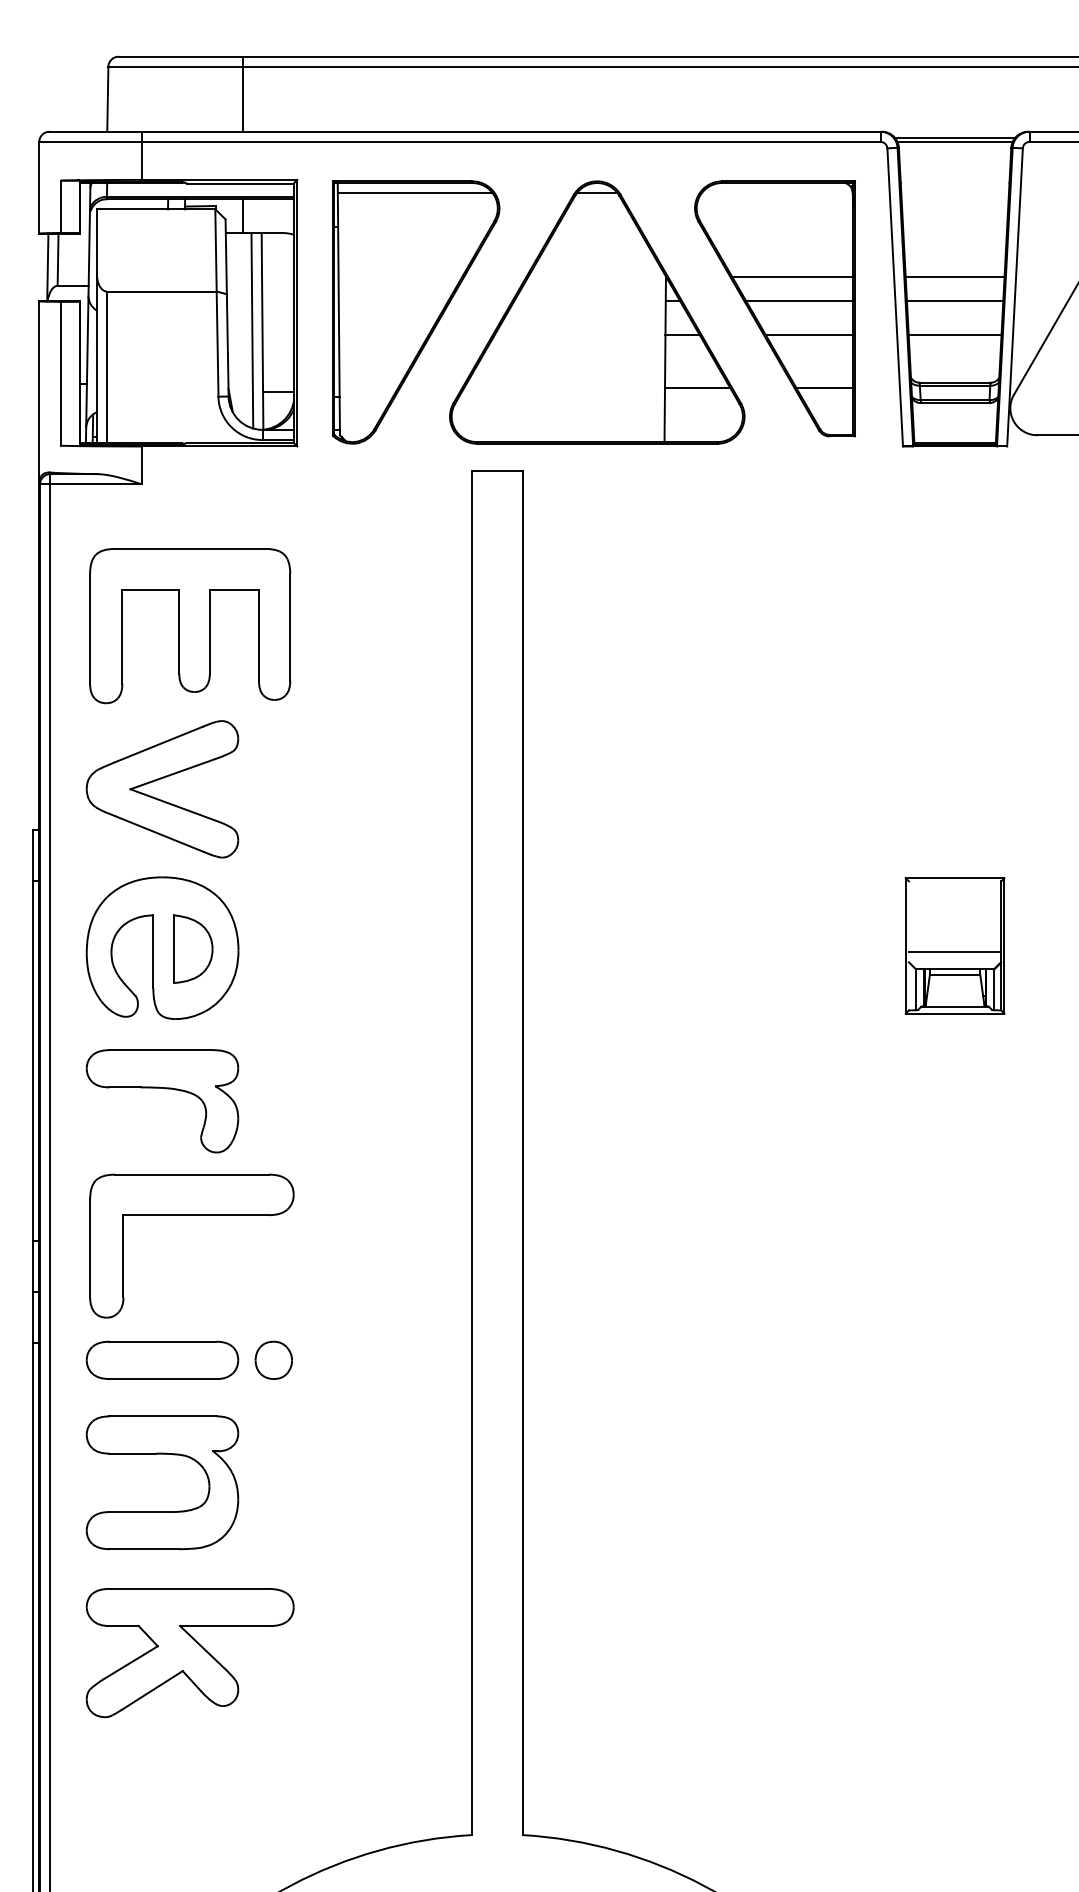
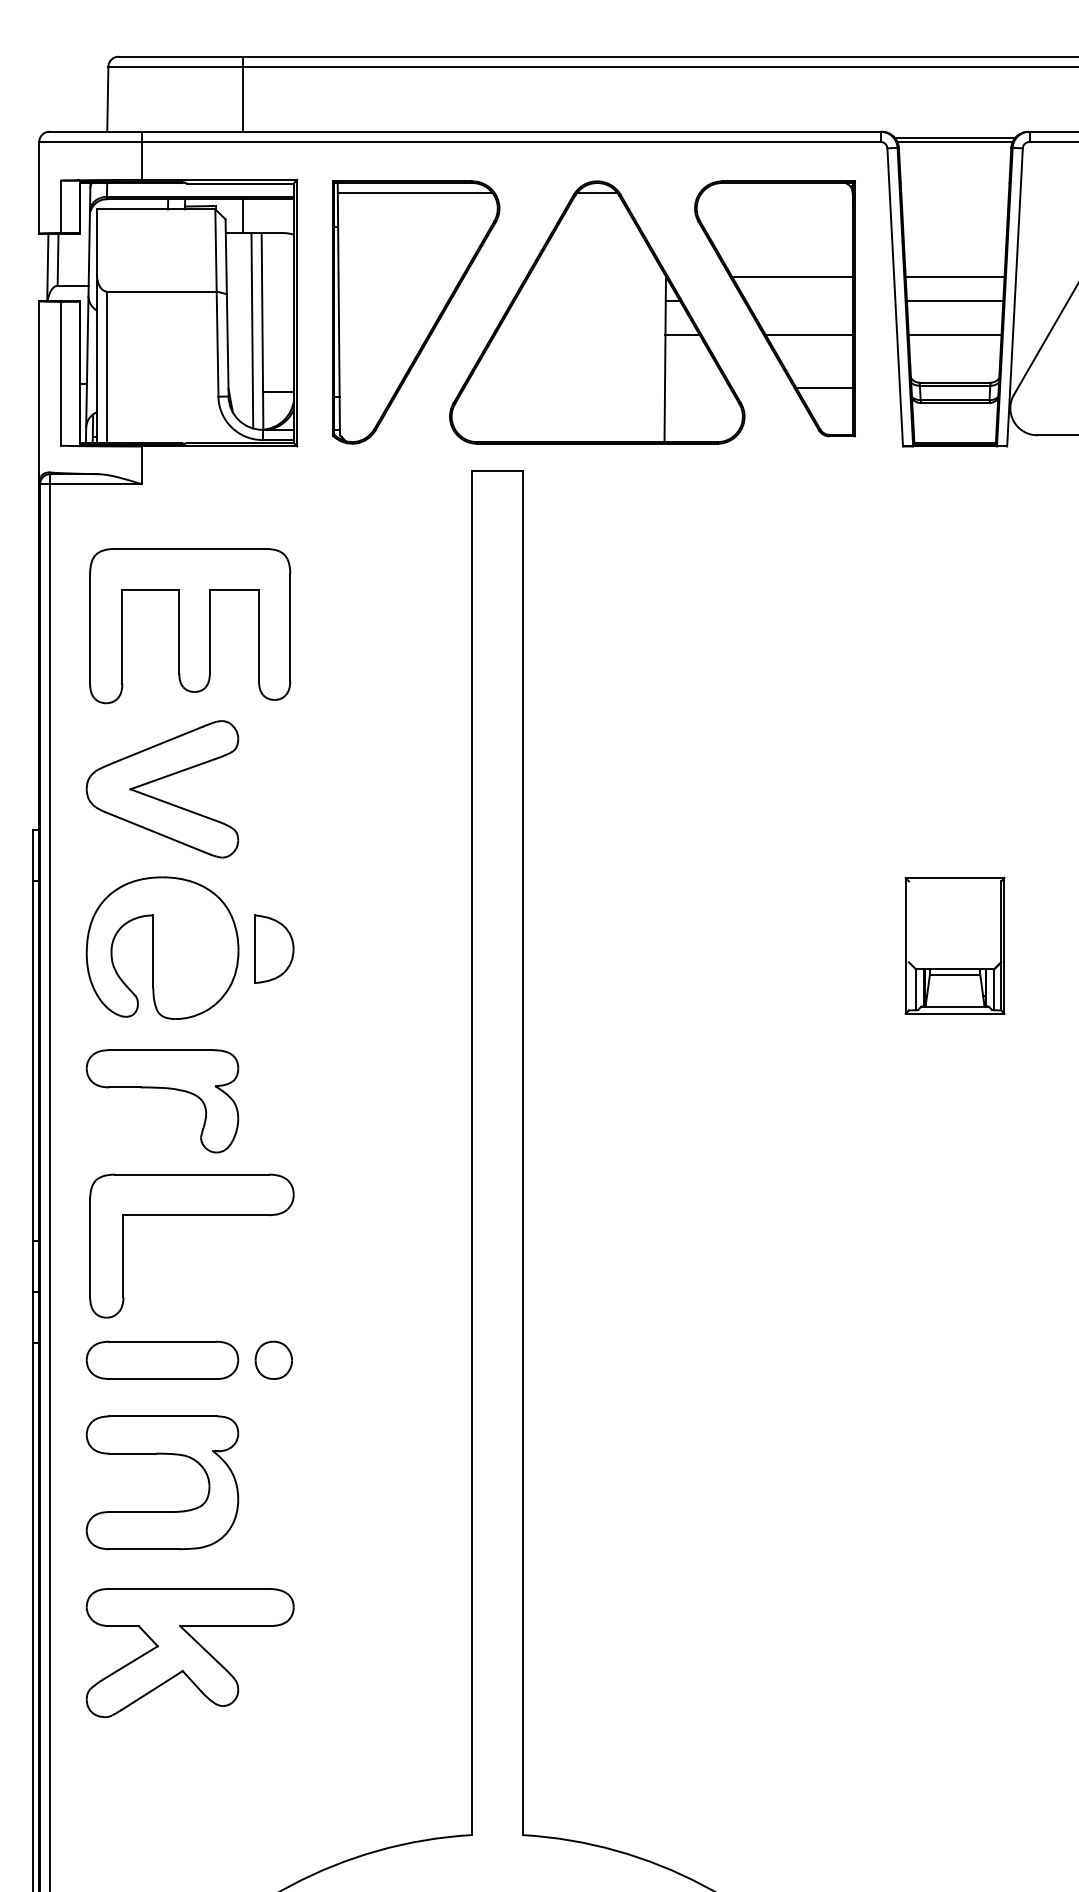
line at (799, 300): present -> none
line at (697, 387): present -> none
part at (193, 948) position: (193, 948) -> (274, 948)
line at (954, 952): present -> none
